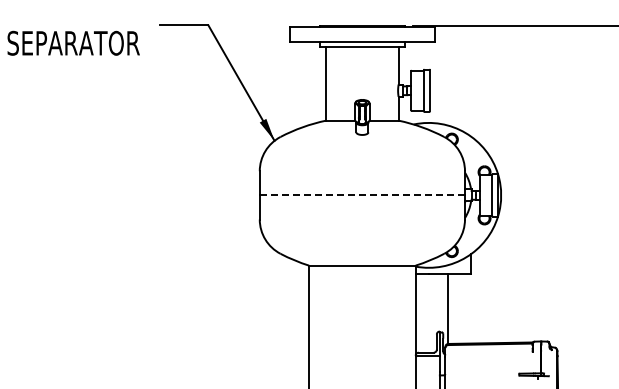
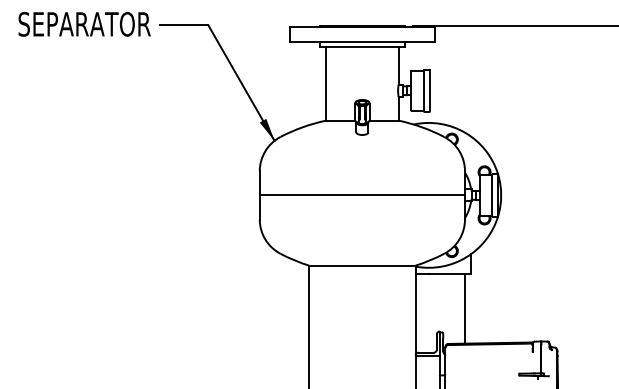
text at (73, 42) position: (73, 42) -> (84, 23)
line at (362, 195): dashed -> solid
line at (448, 308) position: (448, 308) -> (465, 308)
